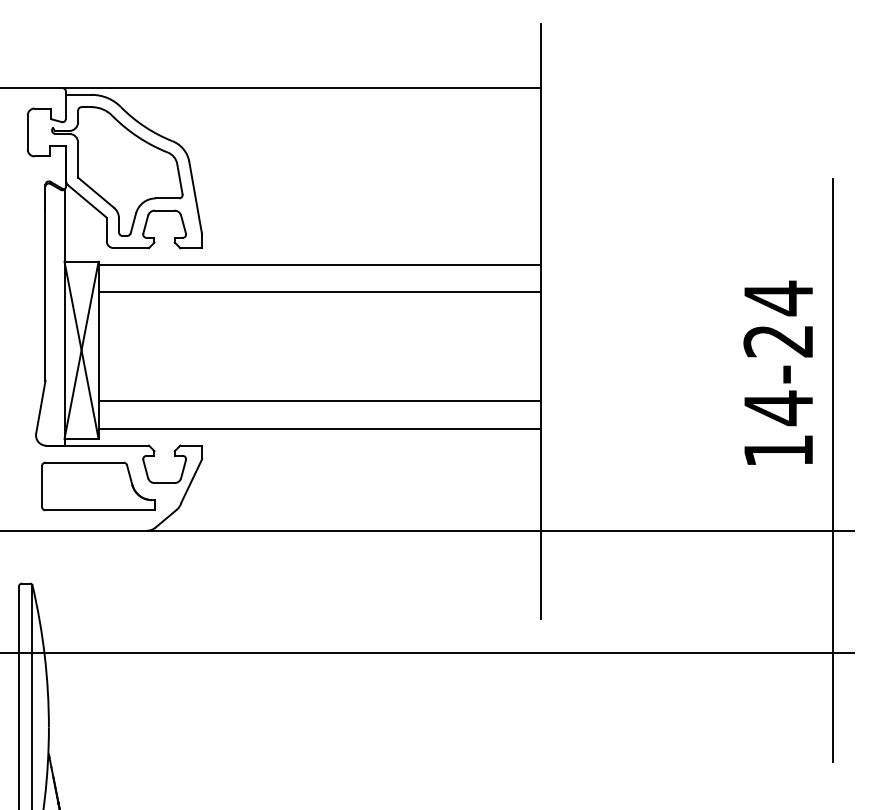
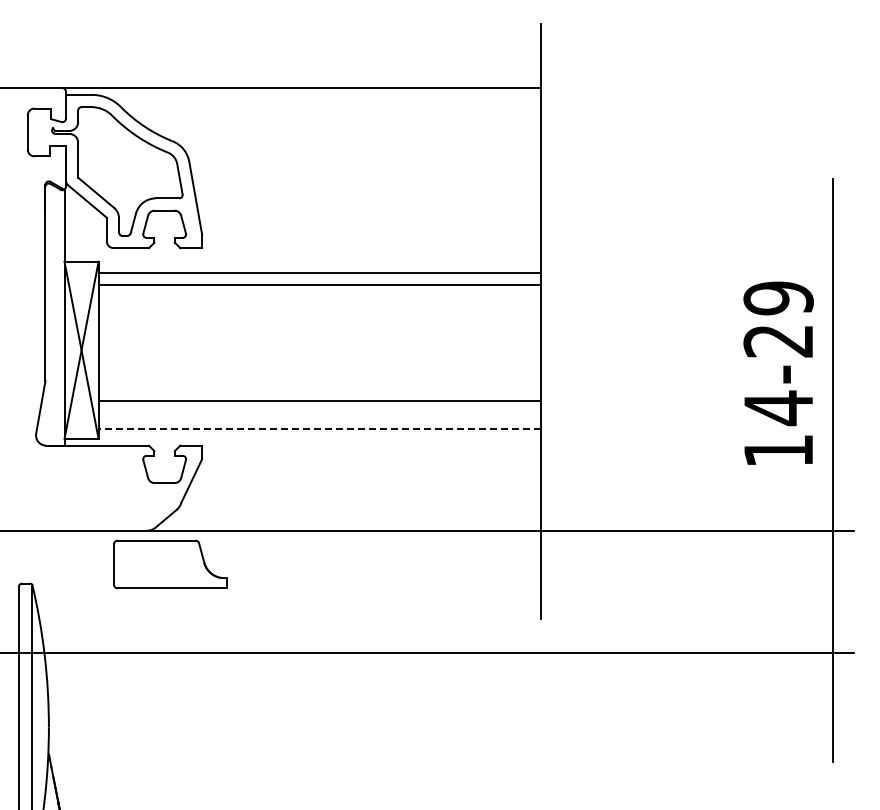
line at (319, 265) position: (319, 265) -> (319, 273)
line at (319, 292) position: (319, 292) -> (319, 285)
text at (778, 298): 14-24 -> 14-29
line at (319, 428): solid -> dashed
part at (98, 486) position: (98, 486) -> (170, 564)
